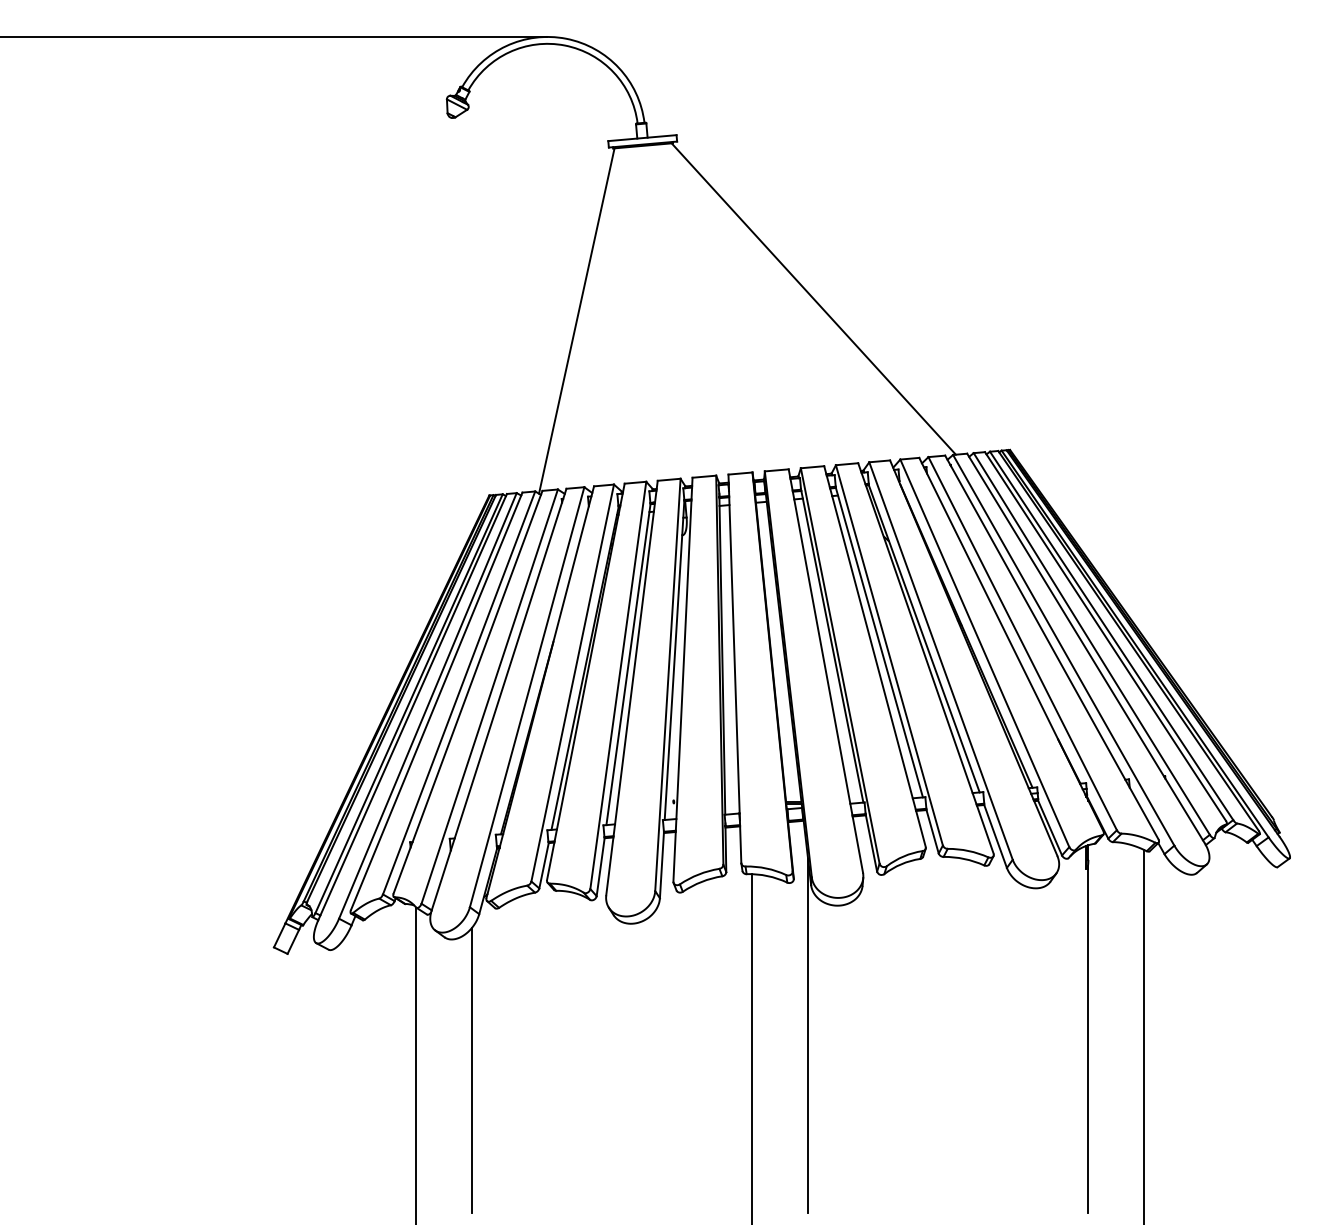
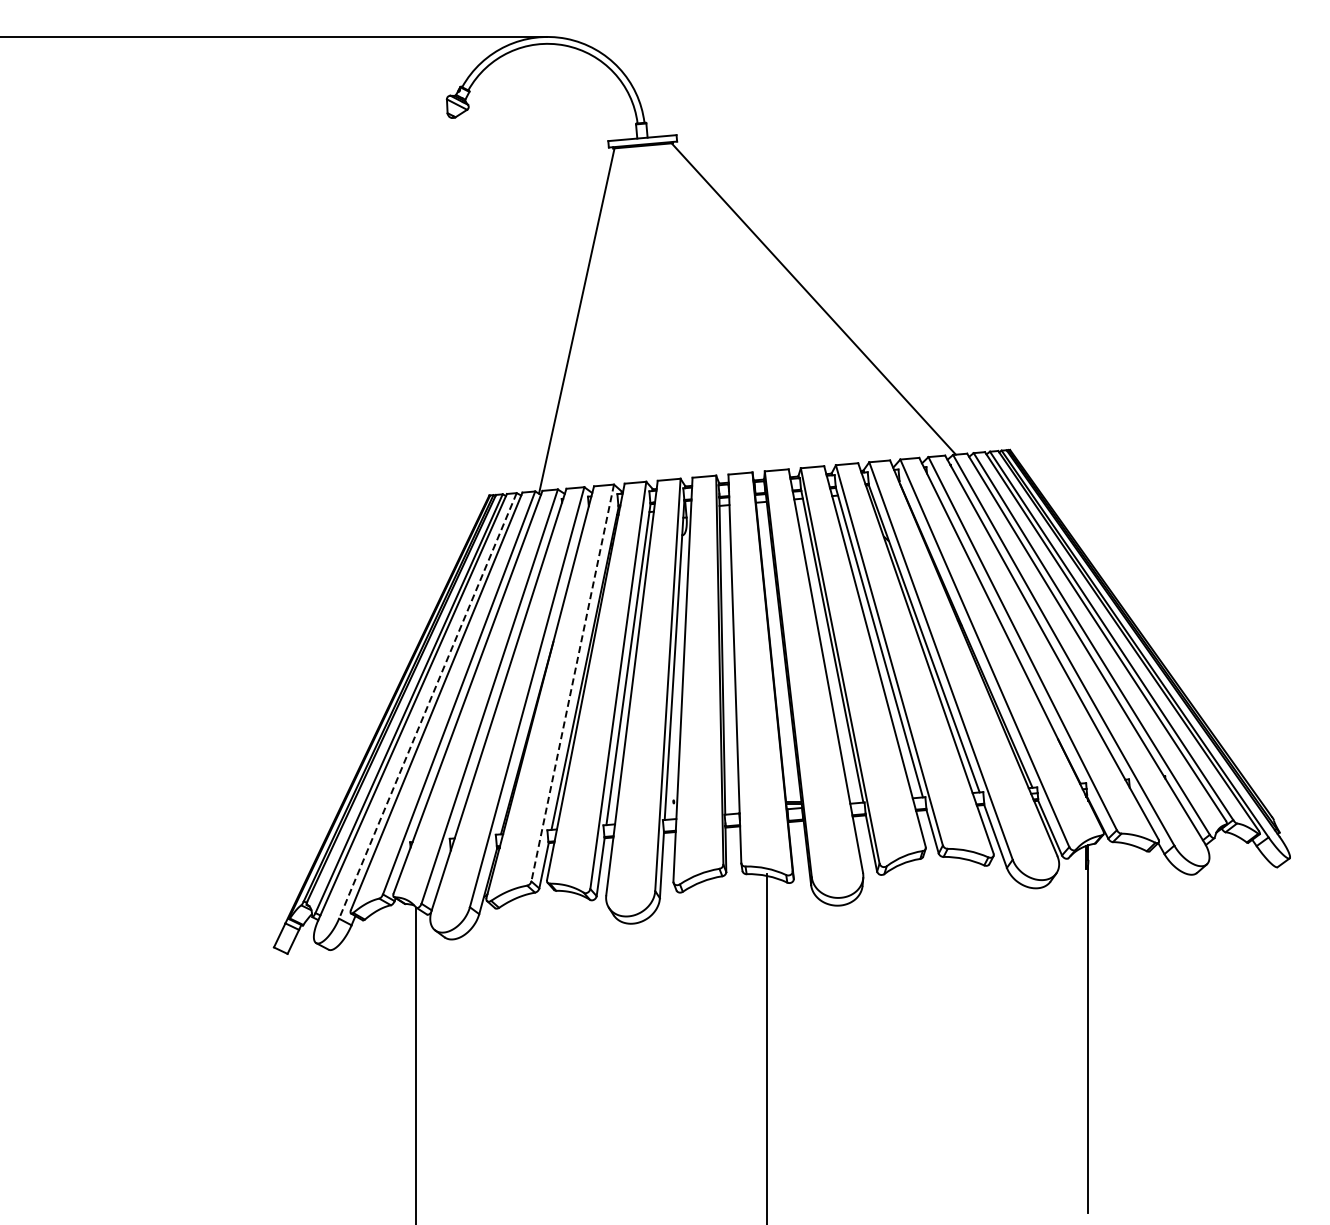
line at (572, 683): solid -> dashed
line at (427, 705): solid -> dashed
line at (1143, 1035): present -> none
line at (808, 1036): present -> none
line at (752, 1047) position: (752, 1047) -> (767, 1047)
line at (472, 1070): present -> none
